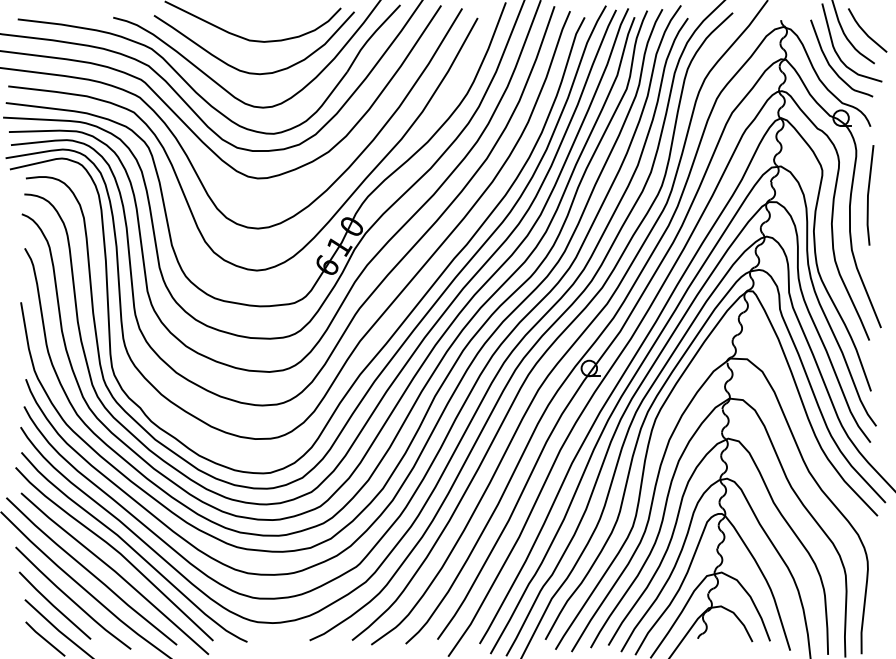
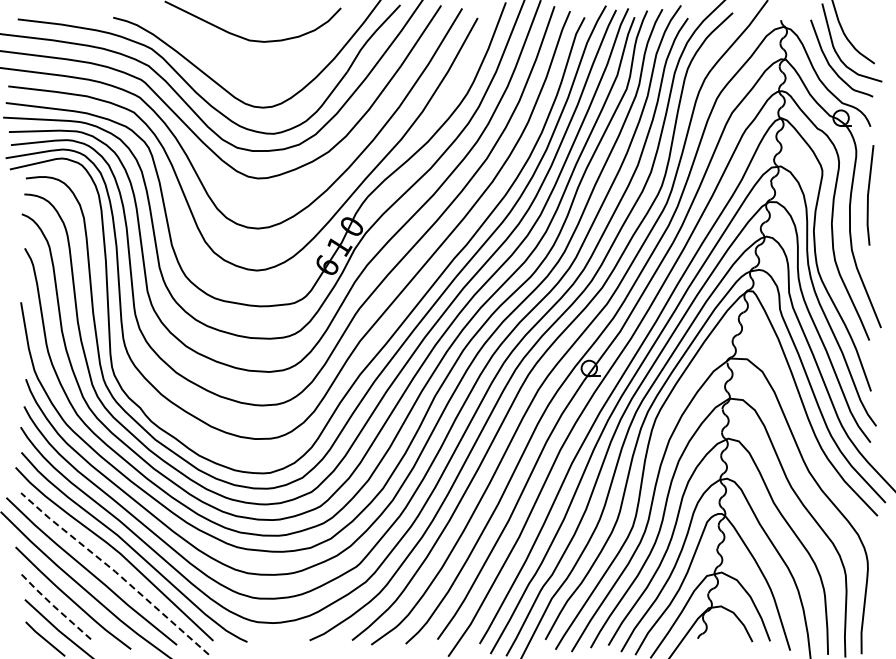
line at (865, 31): present -> none
curve at (247, 71): present -> none
line at (115, 571): solid -> dashed
line at (53, 605): solid -> dashed
